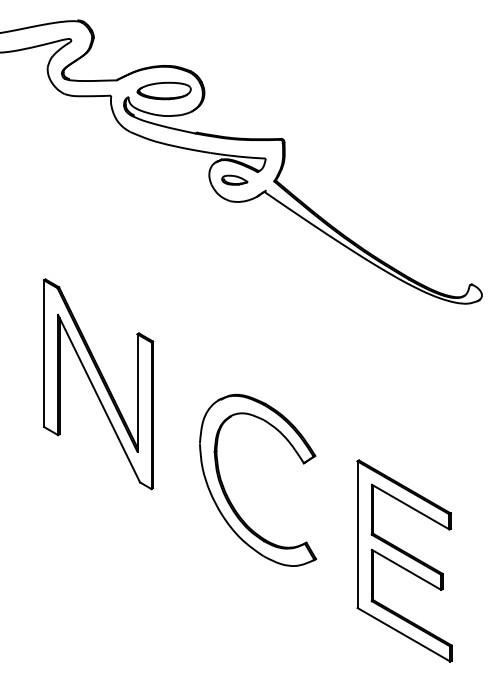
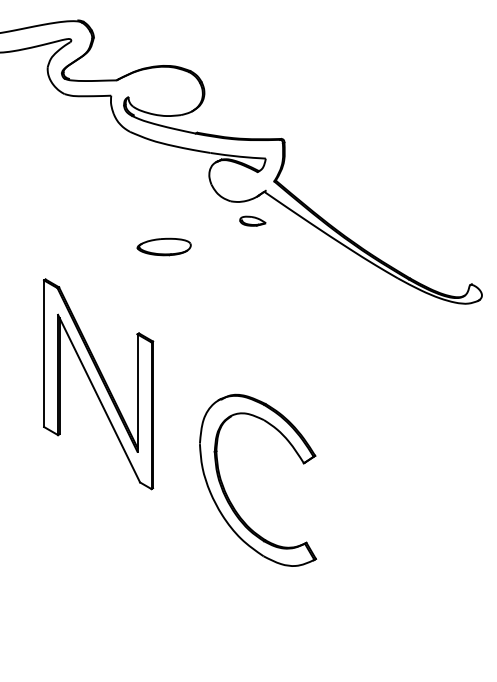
part at (163, 90) position: (163, 90) -> (163, 246)
part at (234, 179) position: (234, 179) -> (252, 220)
part at (404, 560): present -> none
